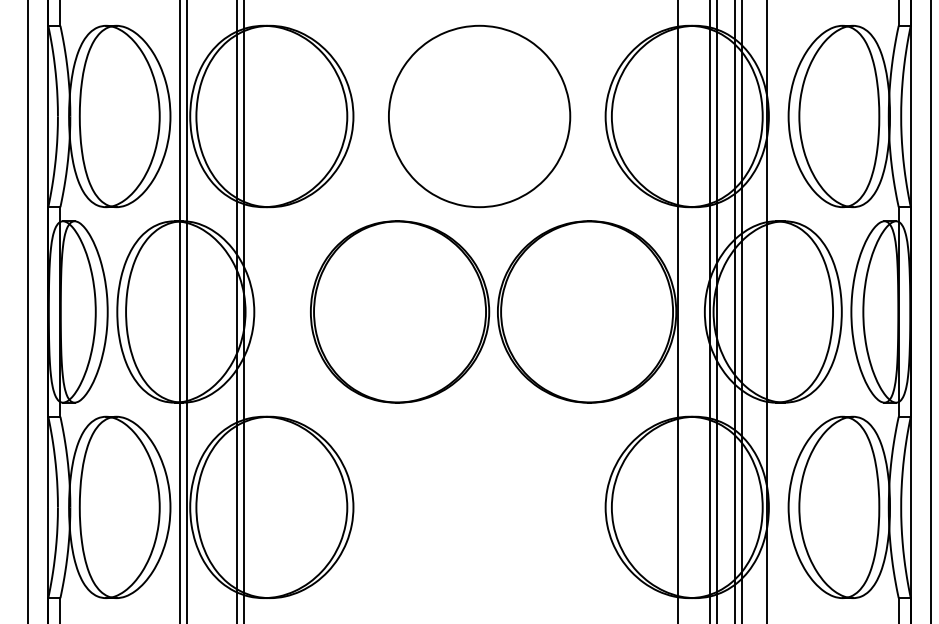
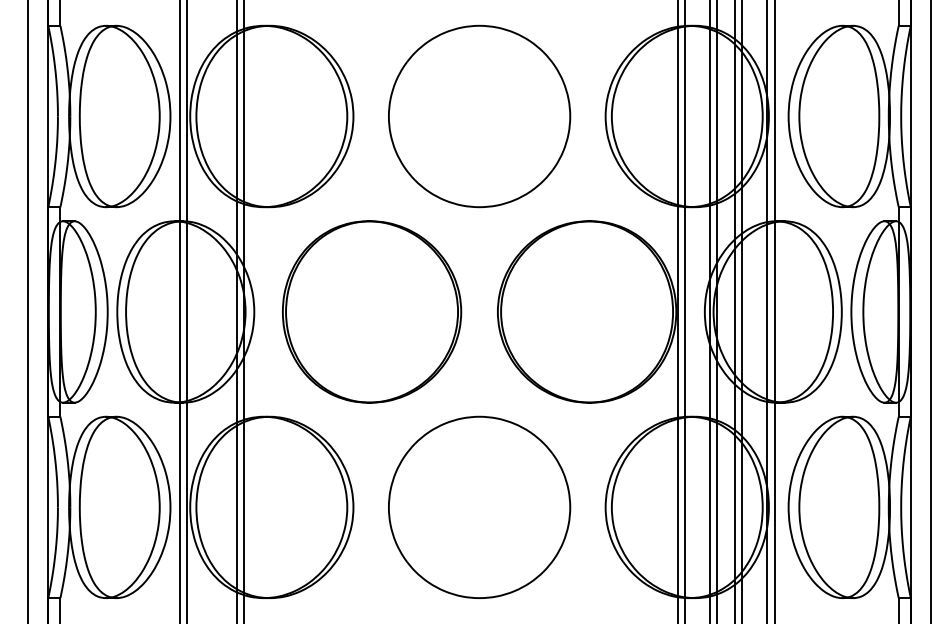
part at (400, 311) position: (400, 311) -> (372, 311)
line at (685, 311): none -> present
line at (774, 311): none -> present
part at (479, 506): none -> present
